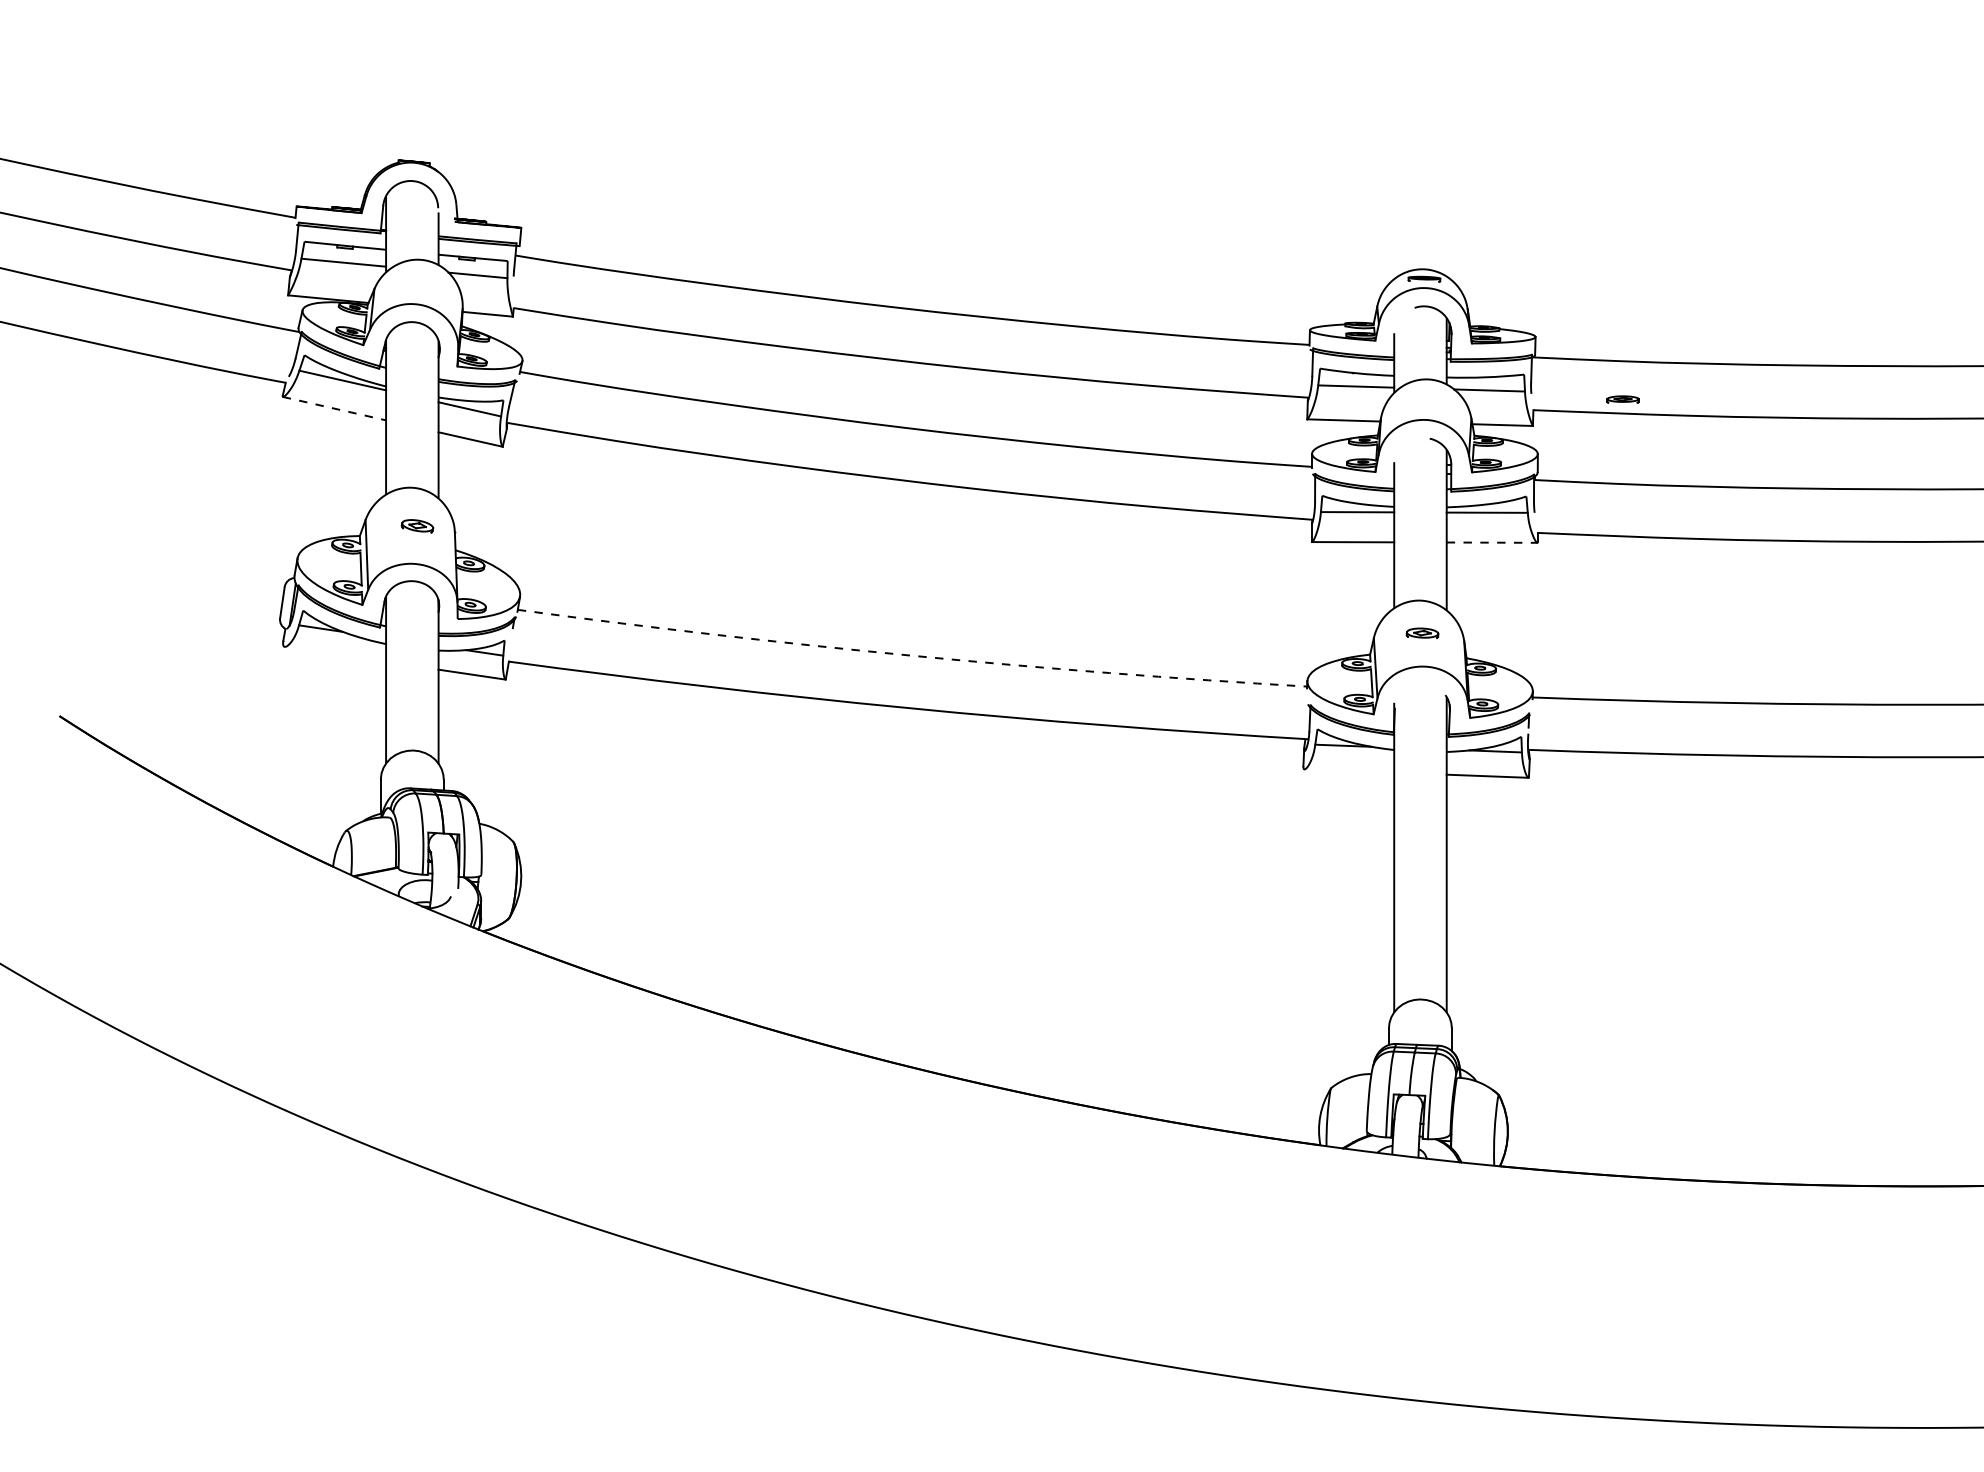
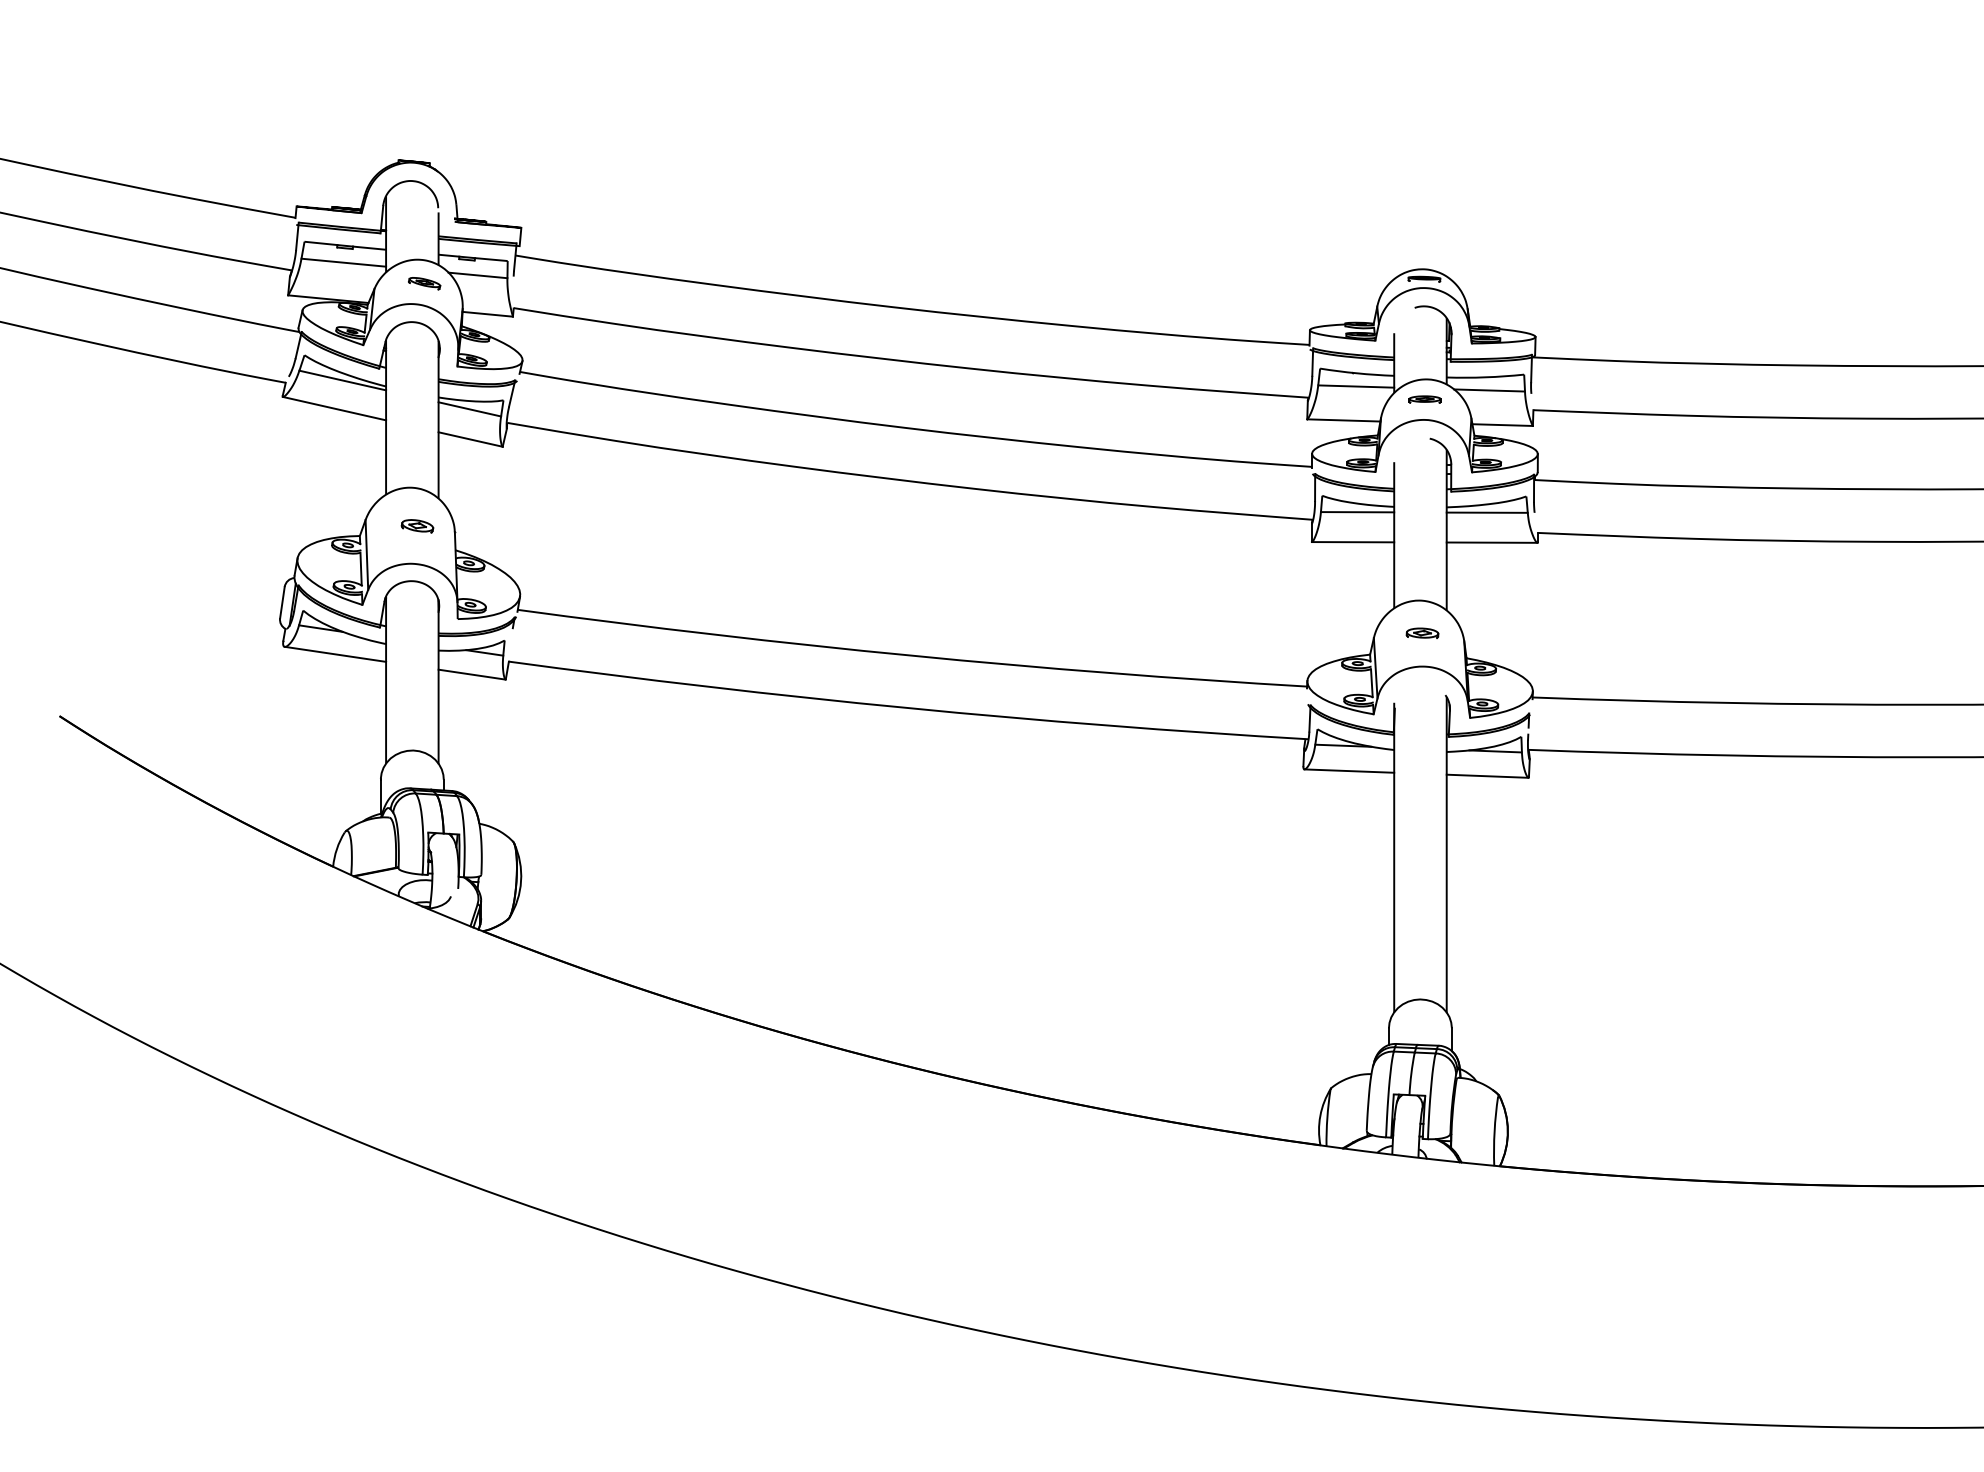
part at (424, 283): none -> present
part at (1622, 399) position: (1622, 399) -> (1424, 399)
line at (334, 408): dashed -> solid
line at (1492, 542): dashed -> solid
line at (335, 653): none -> present
arc at (911, 655): dashed -> solid
line at (1349, 770): none -> present
